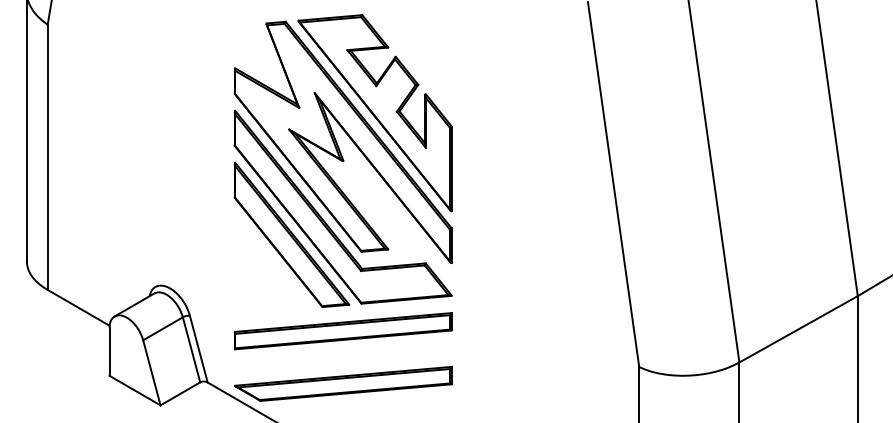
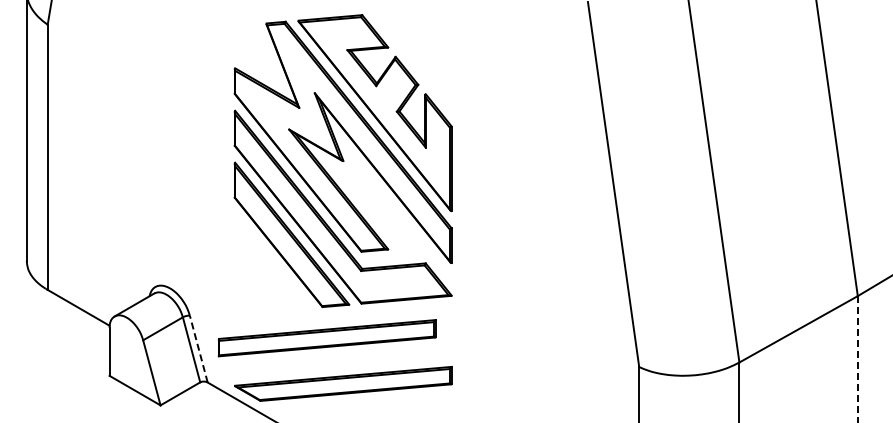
part at (342, 331) position: (342, 331) -> (326, 338)
line at (198, 349): solid -> dashed
line at (857, 359): solid -> dashed
